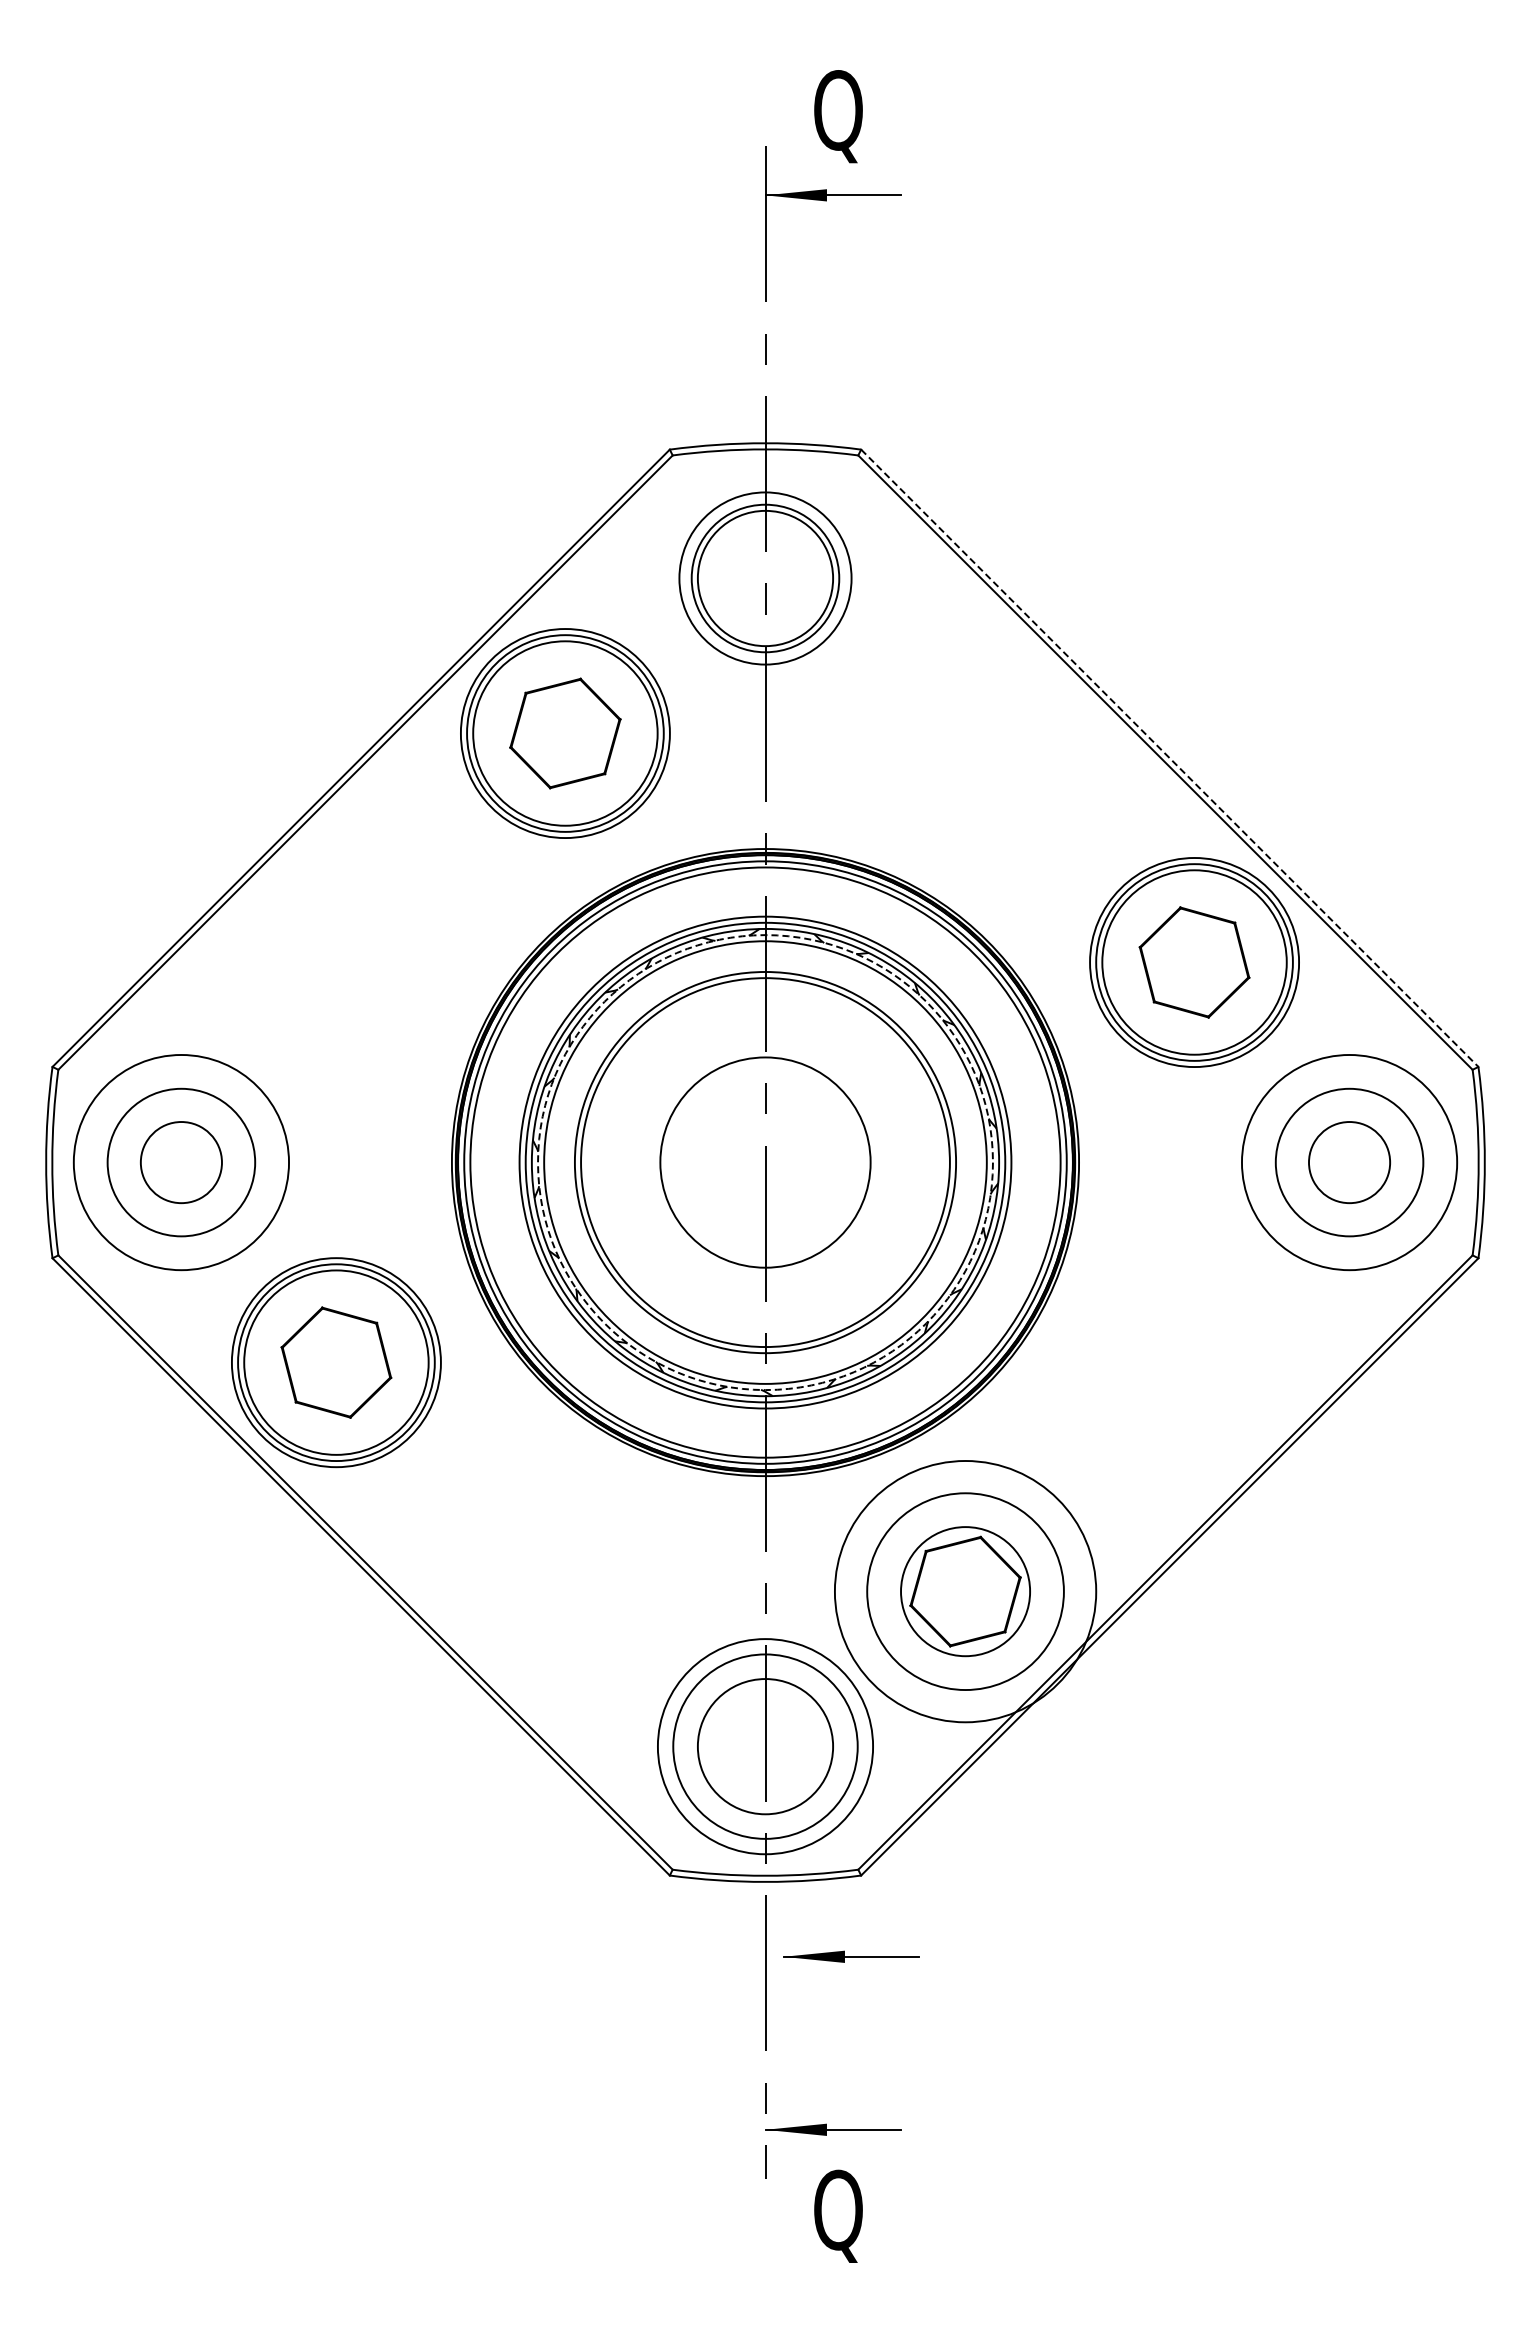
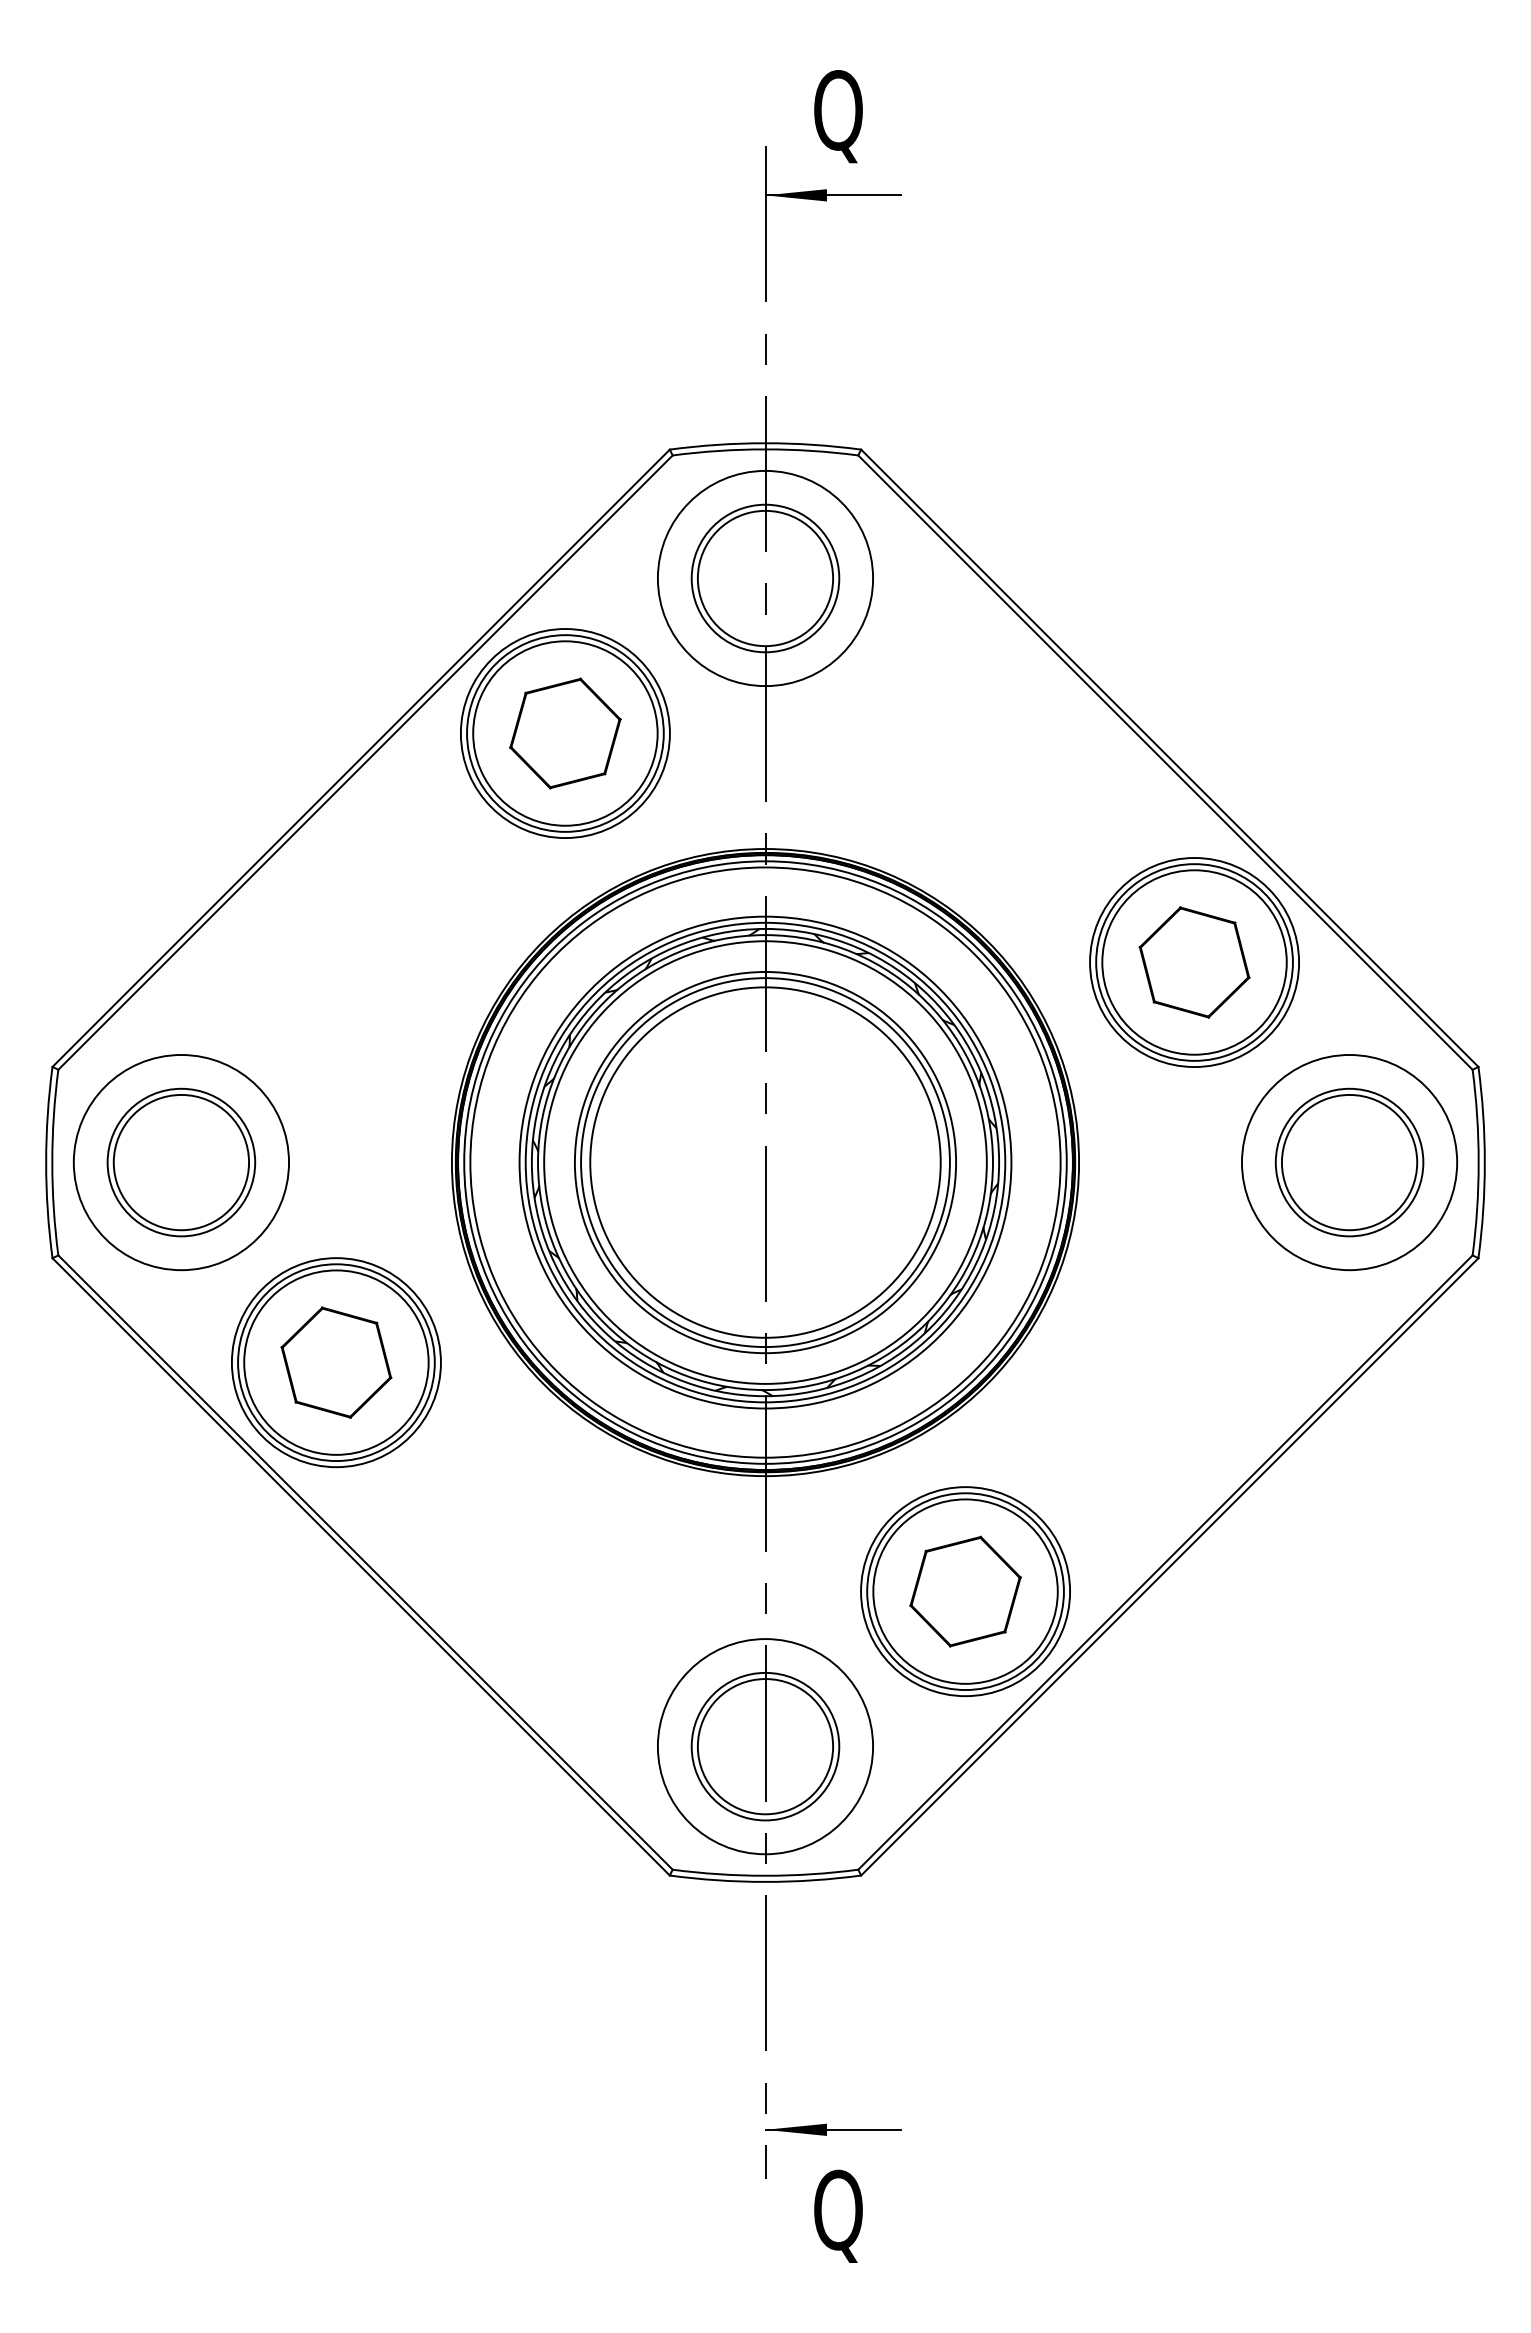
circle at (765, 578) diameter: 172 px -> 215 px
line at (1170, 758): dashed -> solid
circle at (180, 1162) diameter: 81 px -> 135 px
circle at (765, 1162) diameter: 210 px -> 350 px
circle at (765, 1162): dashed -> solid
circle at (1349, 1162) diameter: 81 px -> 135 px
circle at (965, 1591) diameter: 129 px -> 184 px
circle at (965, 1591) diameter: 261 px -> 209 px
circle at (765, 1746) diameter: 184 px -> 148 px
part at (851, 1956): present -> none
